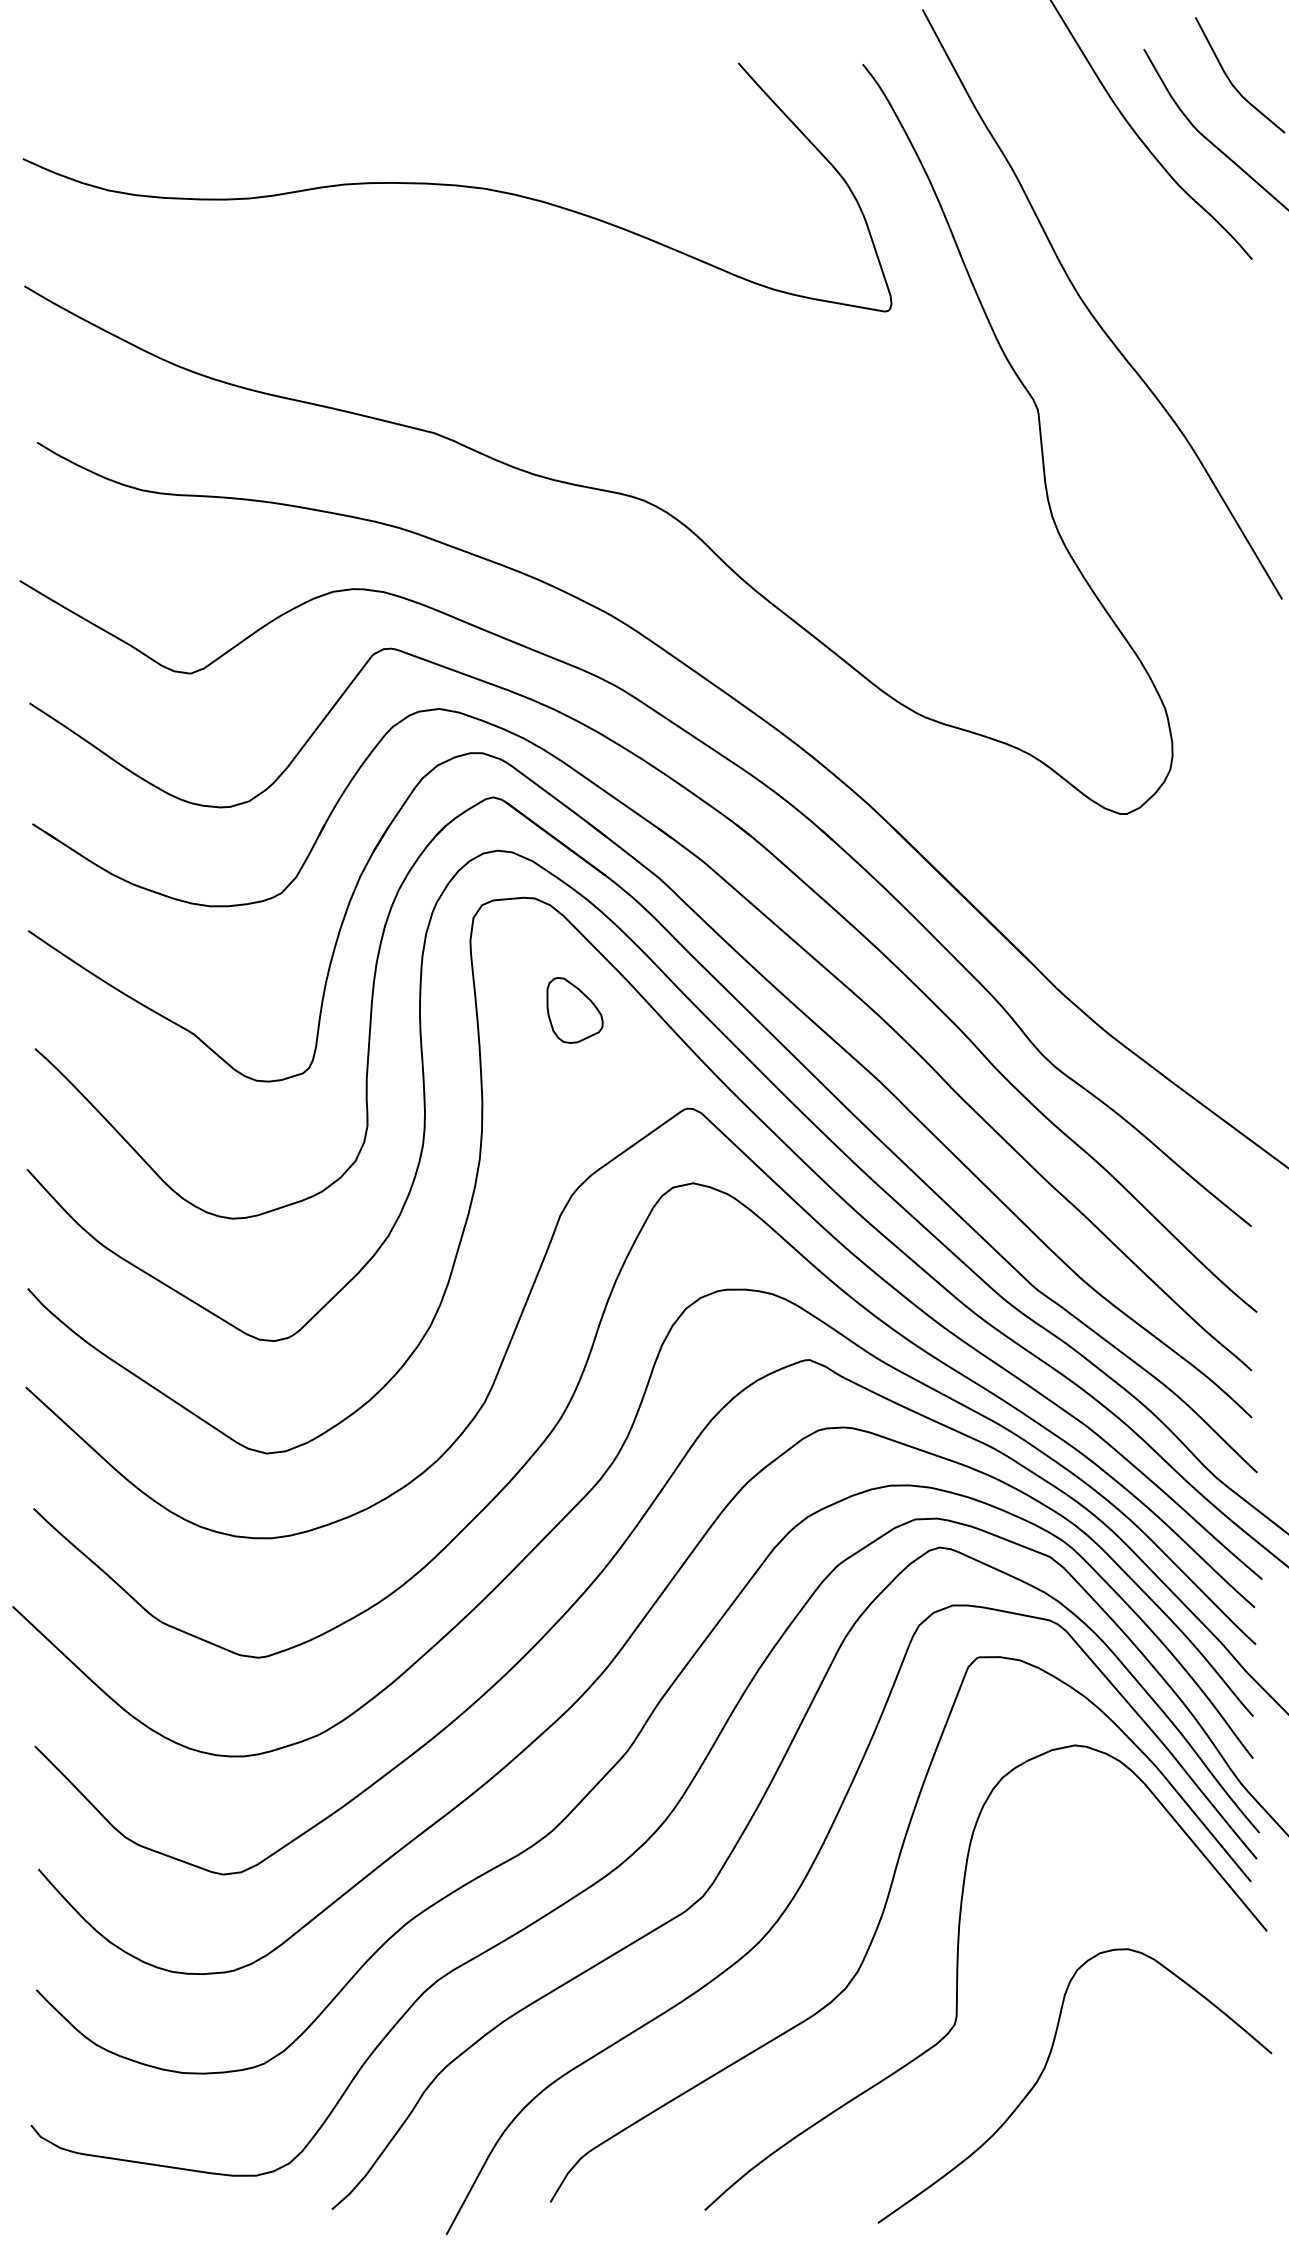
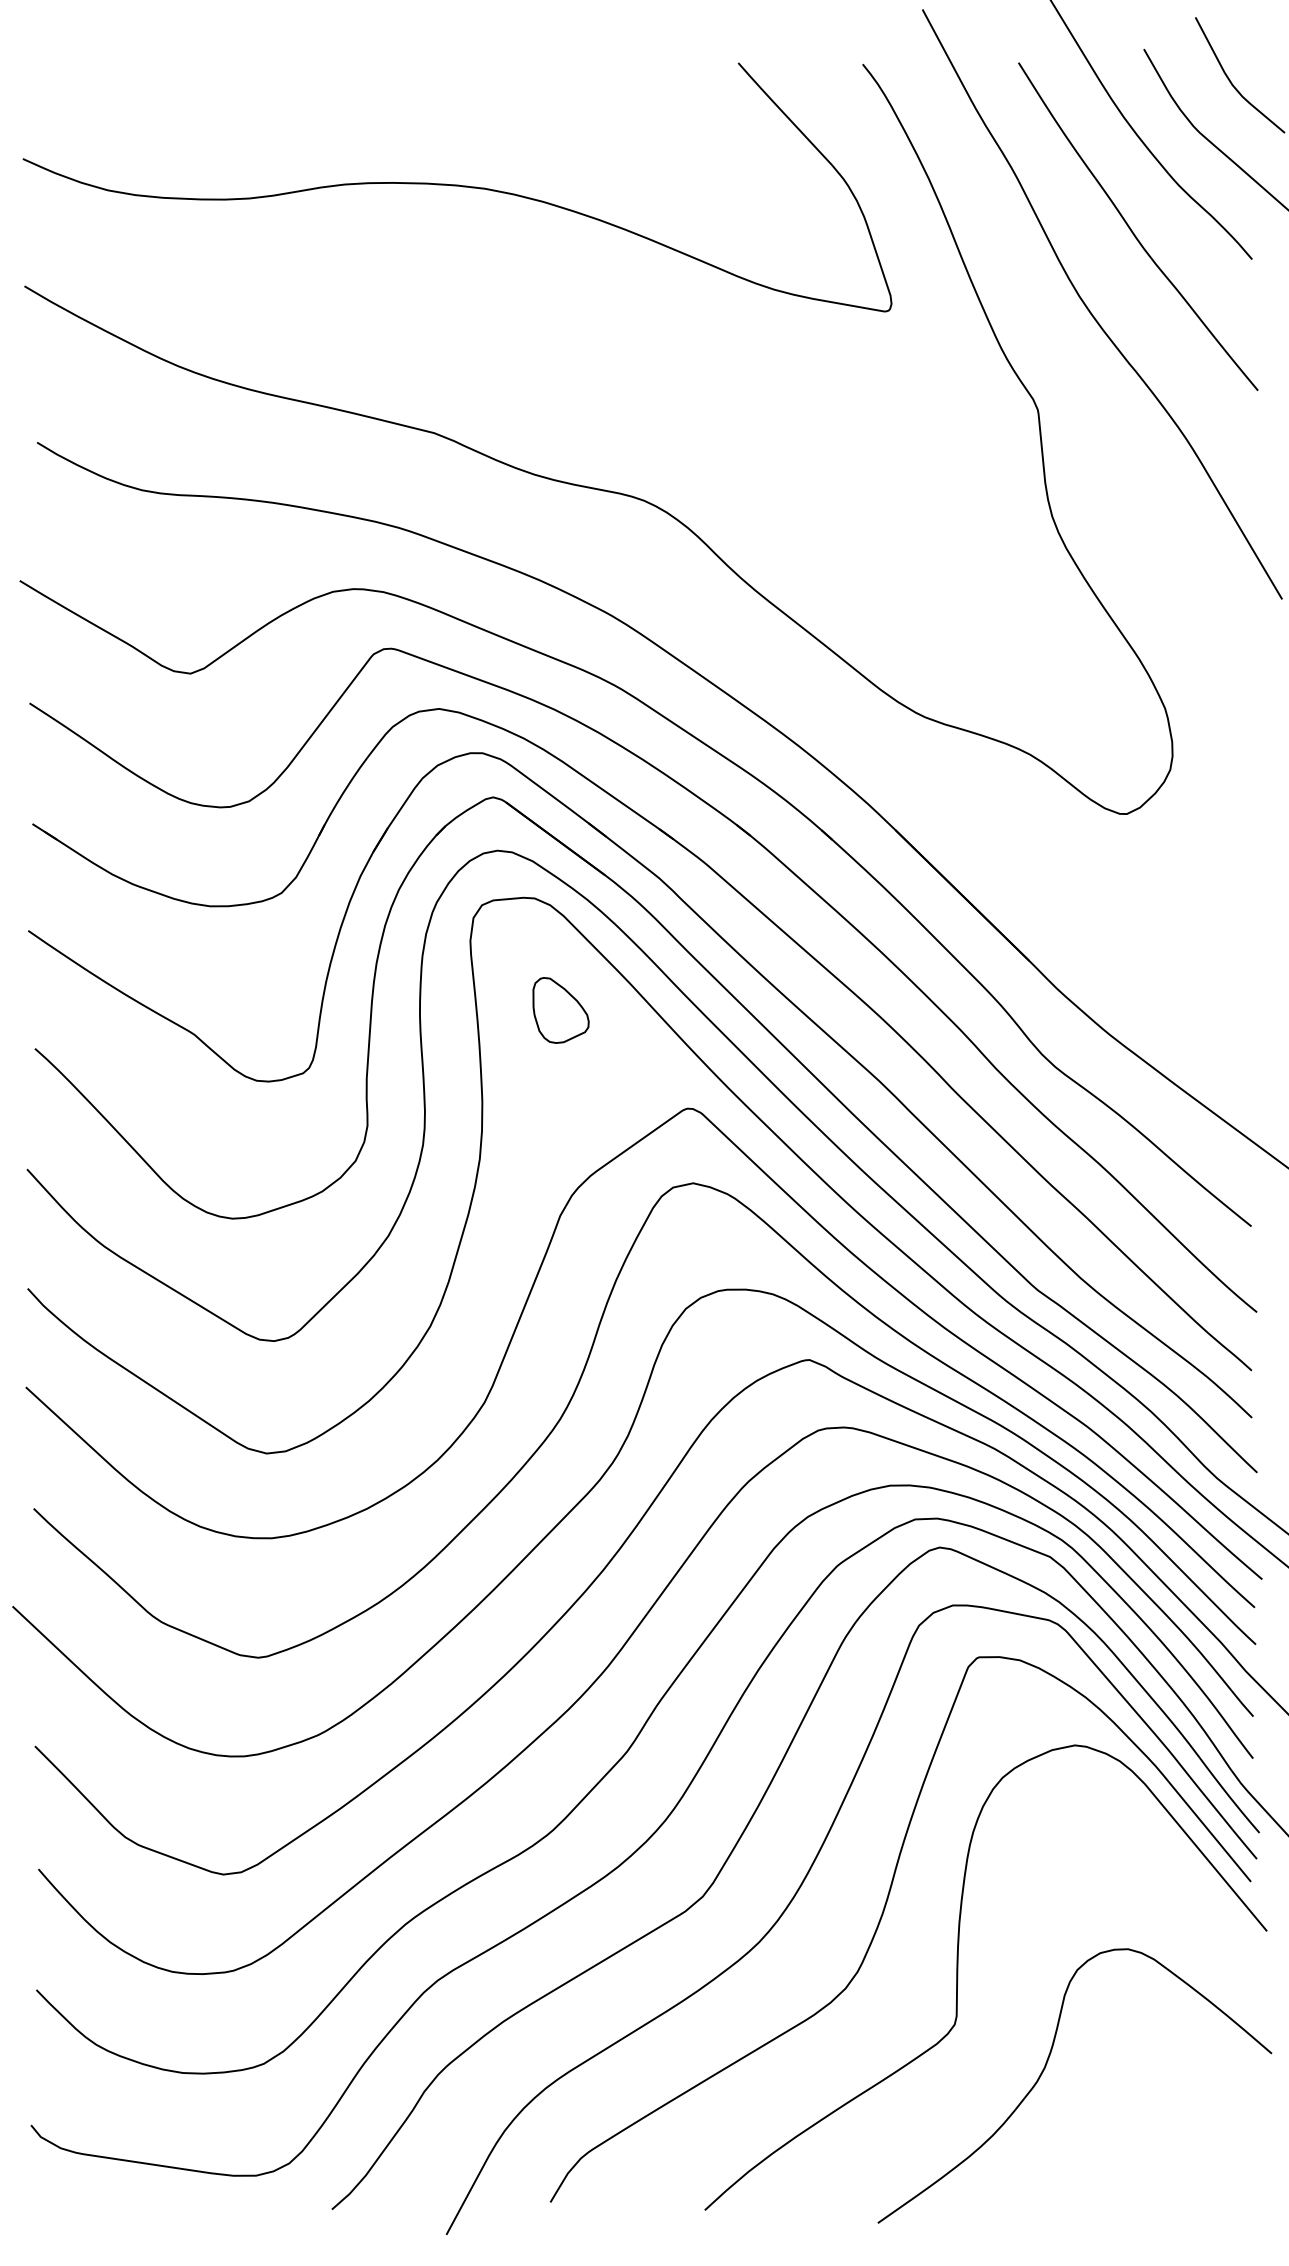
curve at (1133, 231): none -> present
part at (574, 1010) position: (574, 1010) -> (560, 1010)
